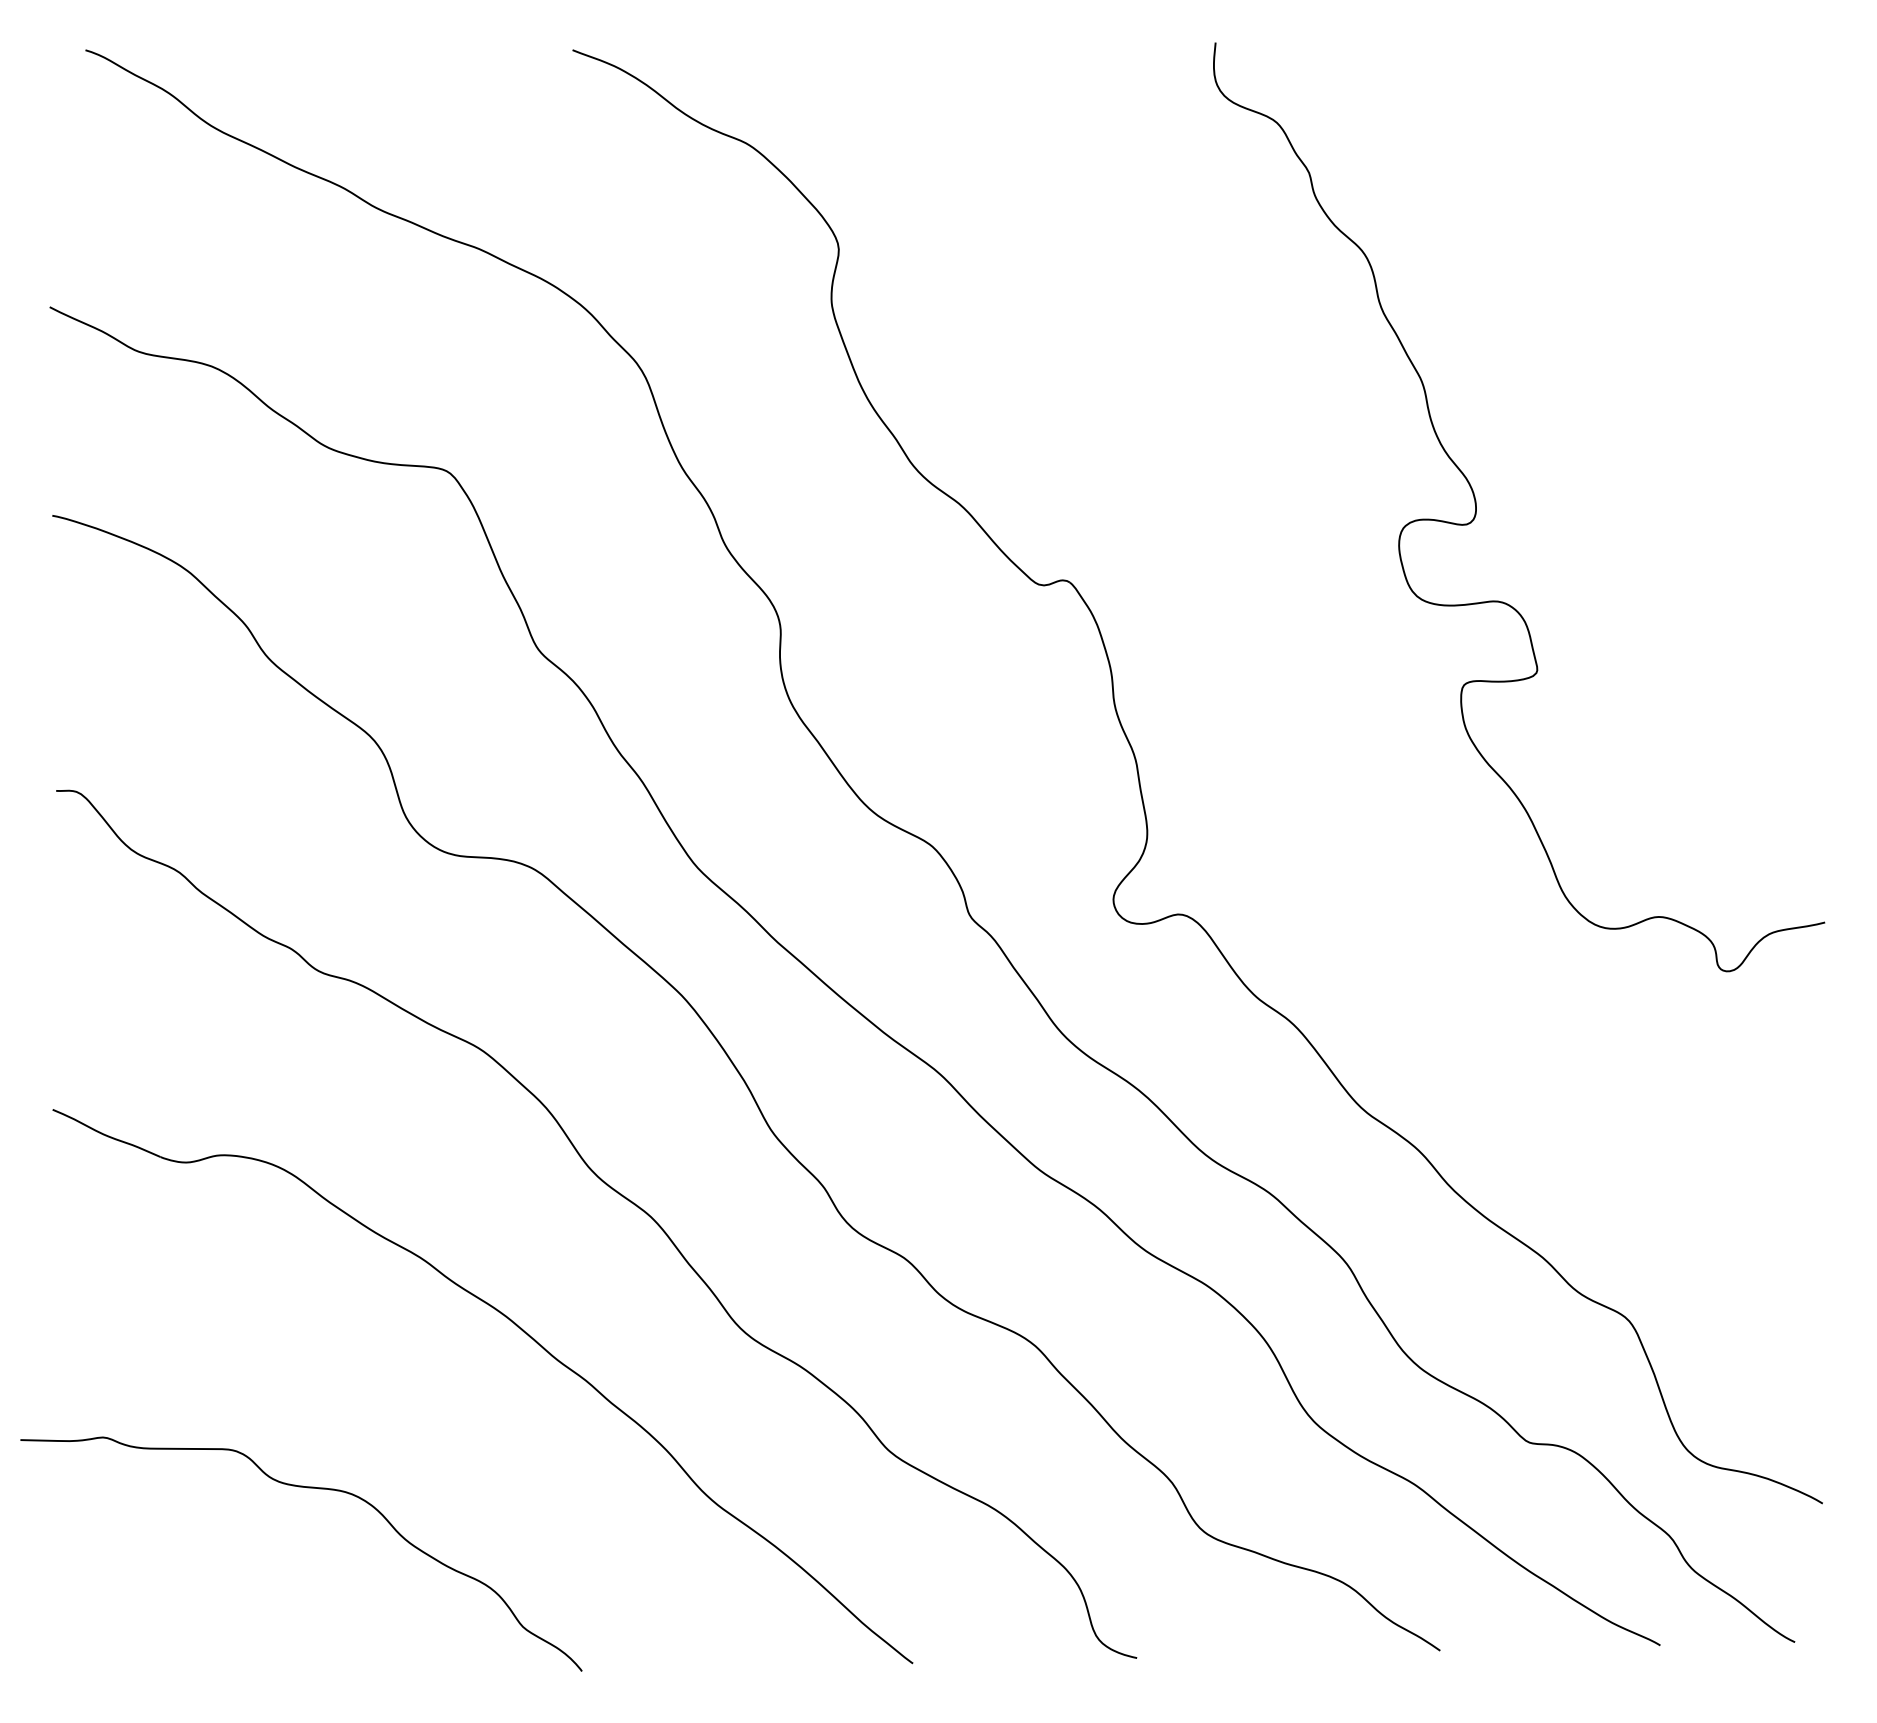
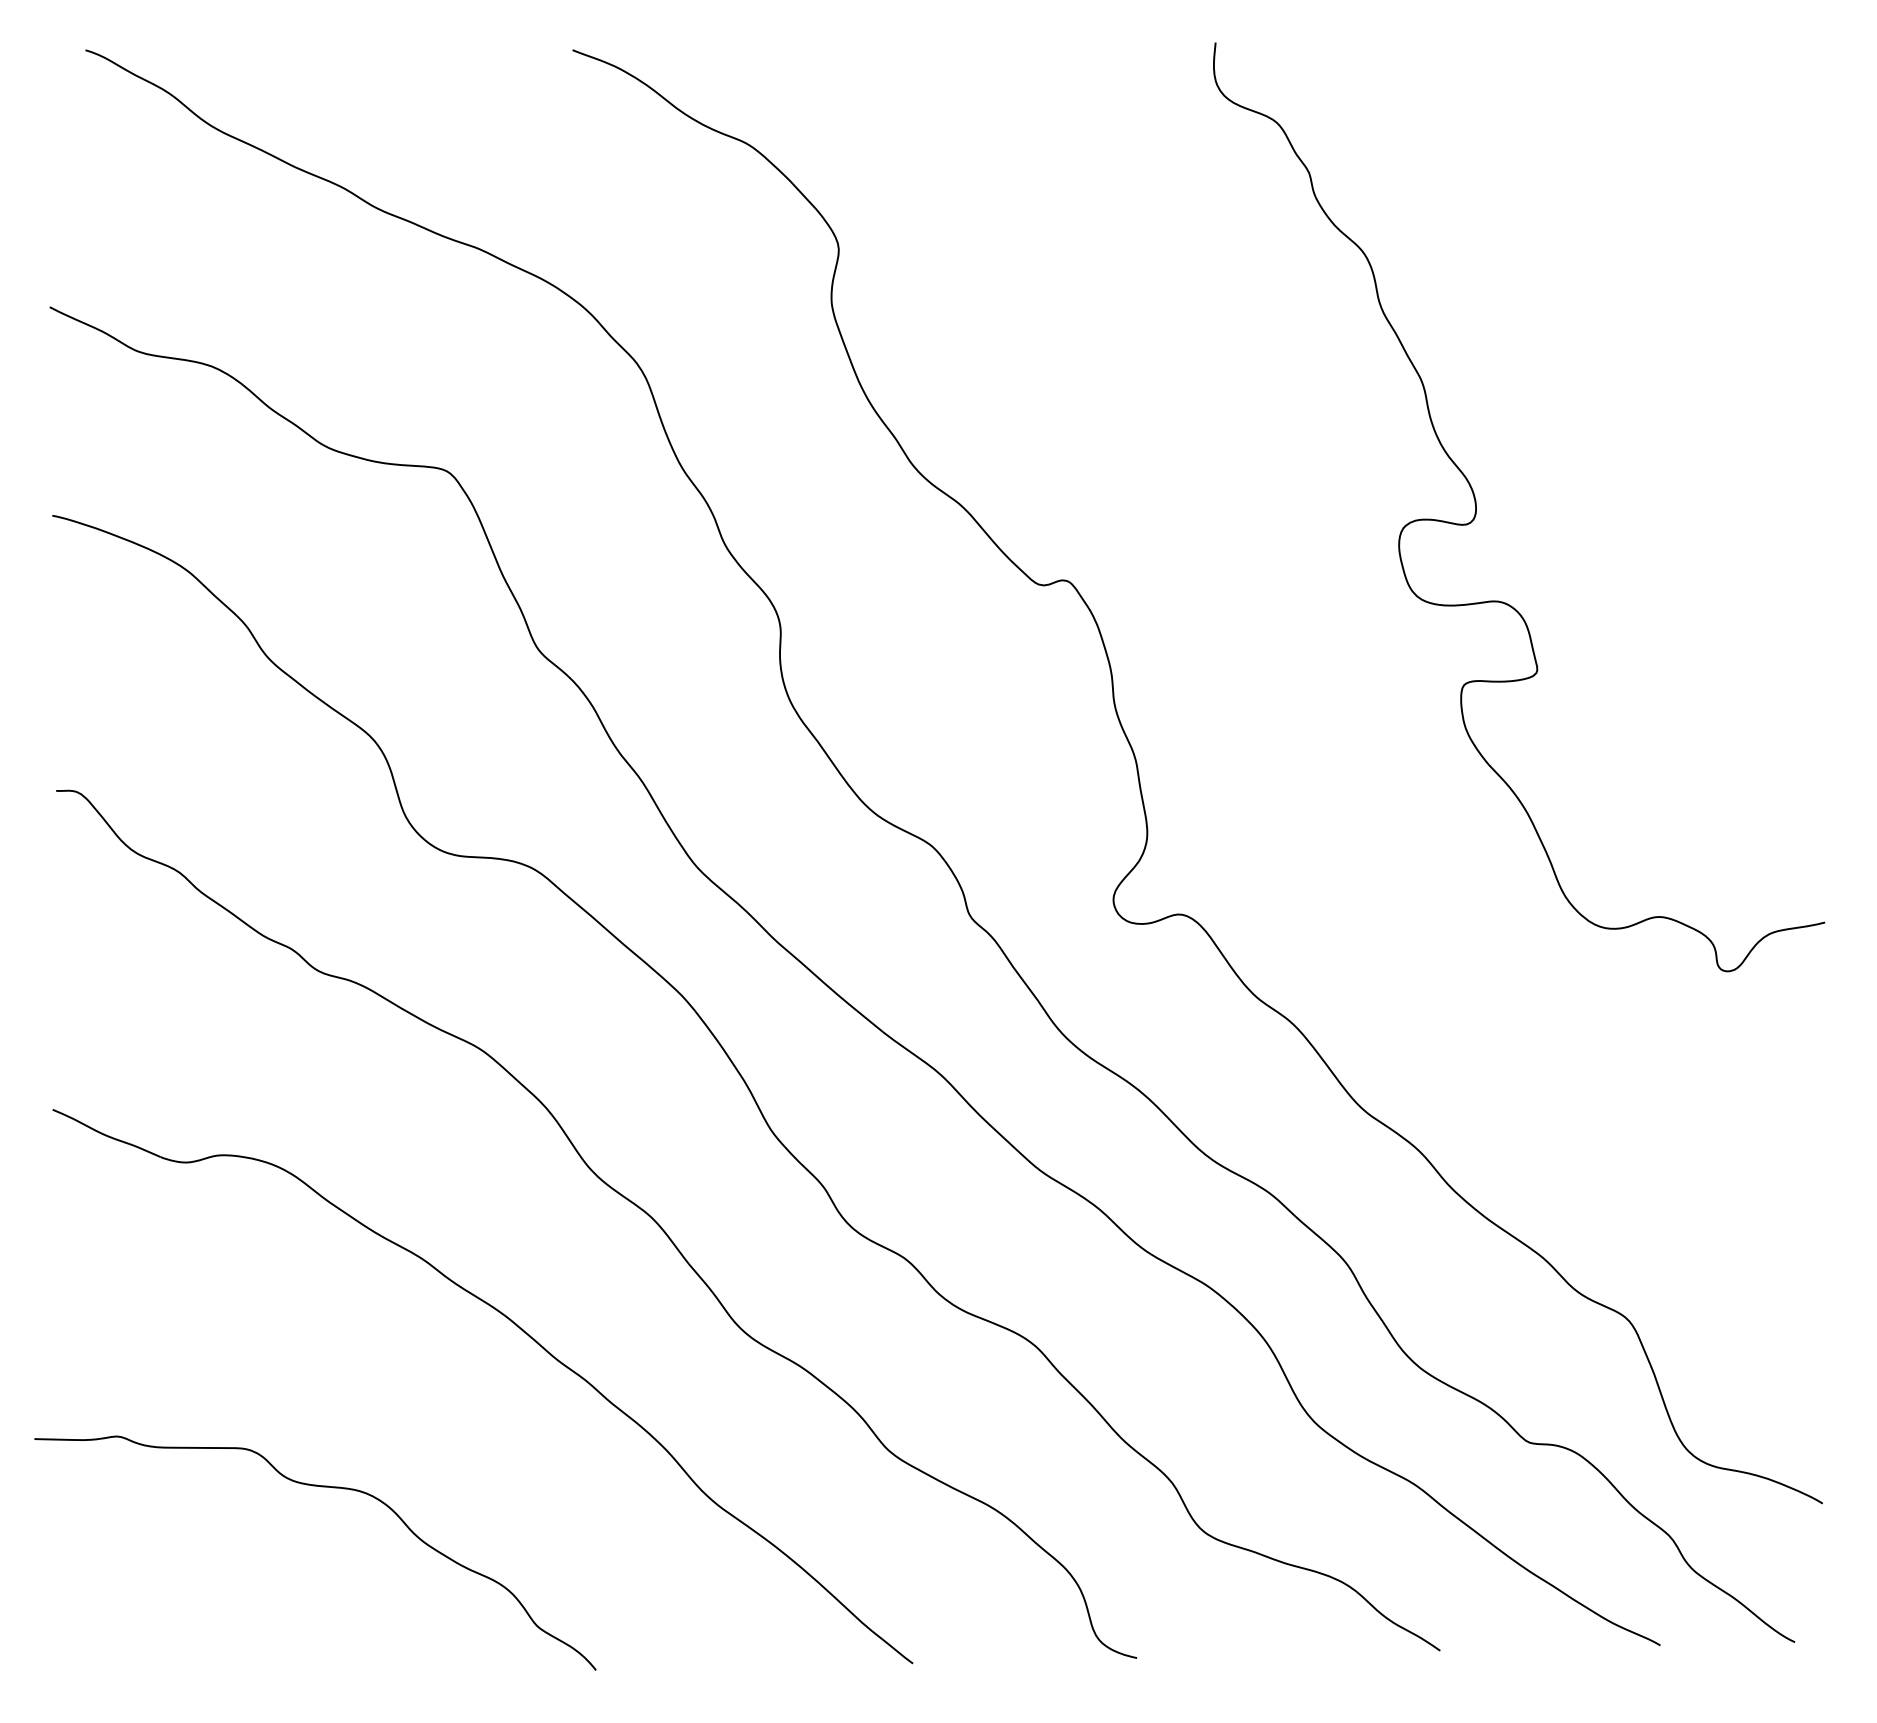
curve at (307, 1488) position: (307, 1488) -> (321, 1487)
